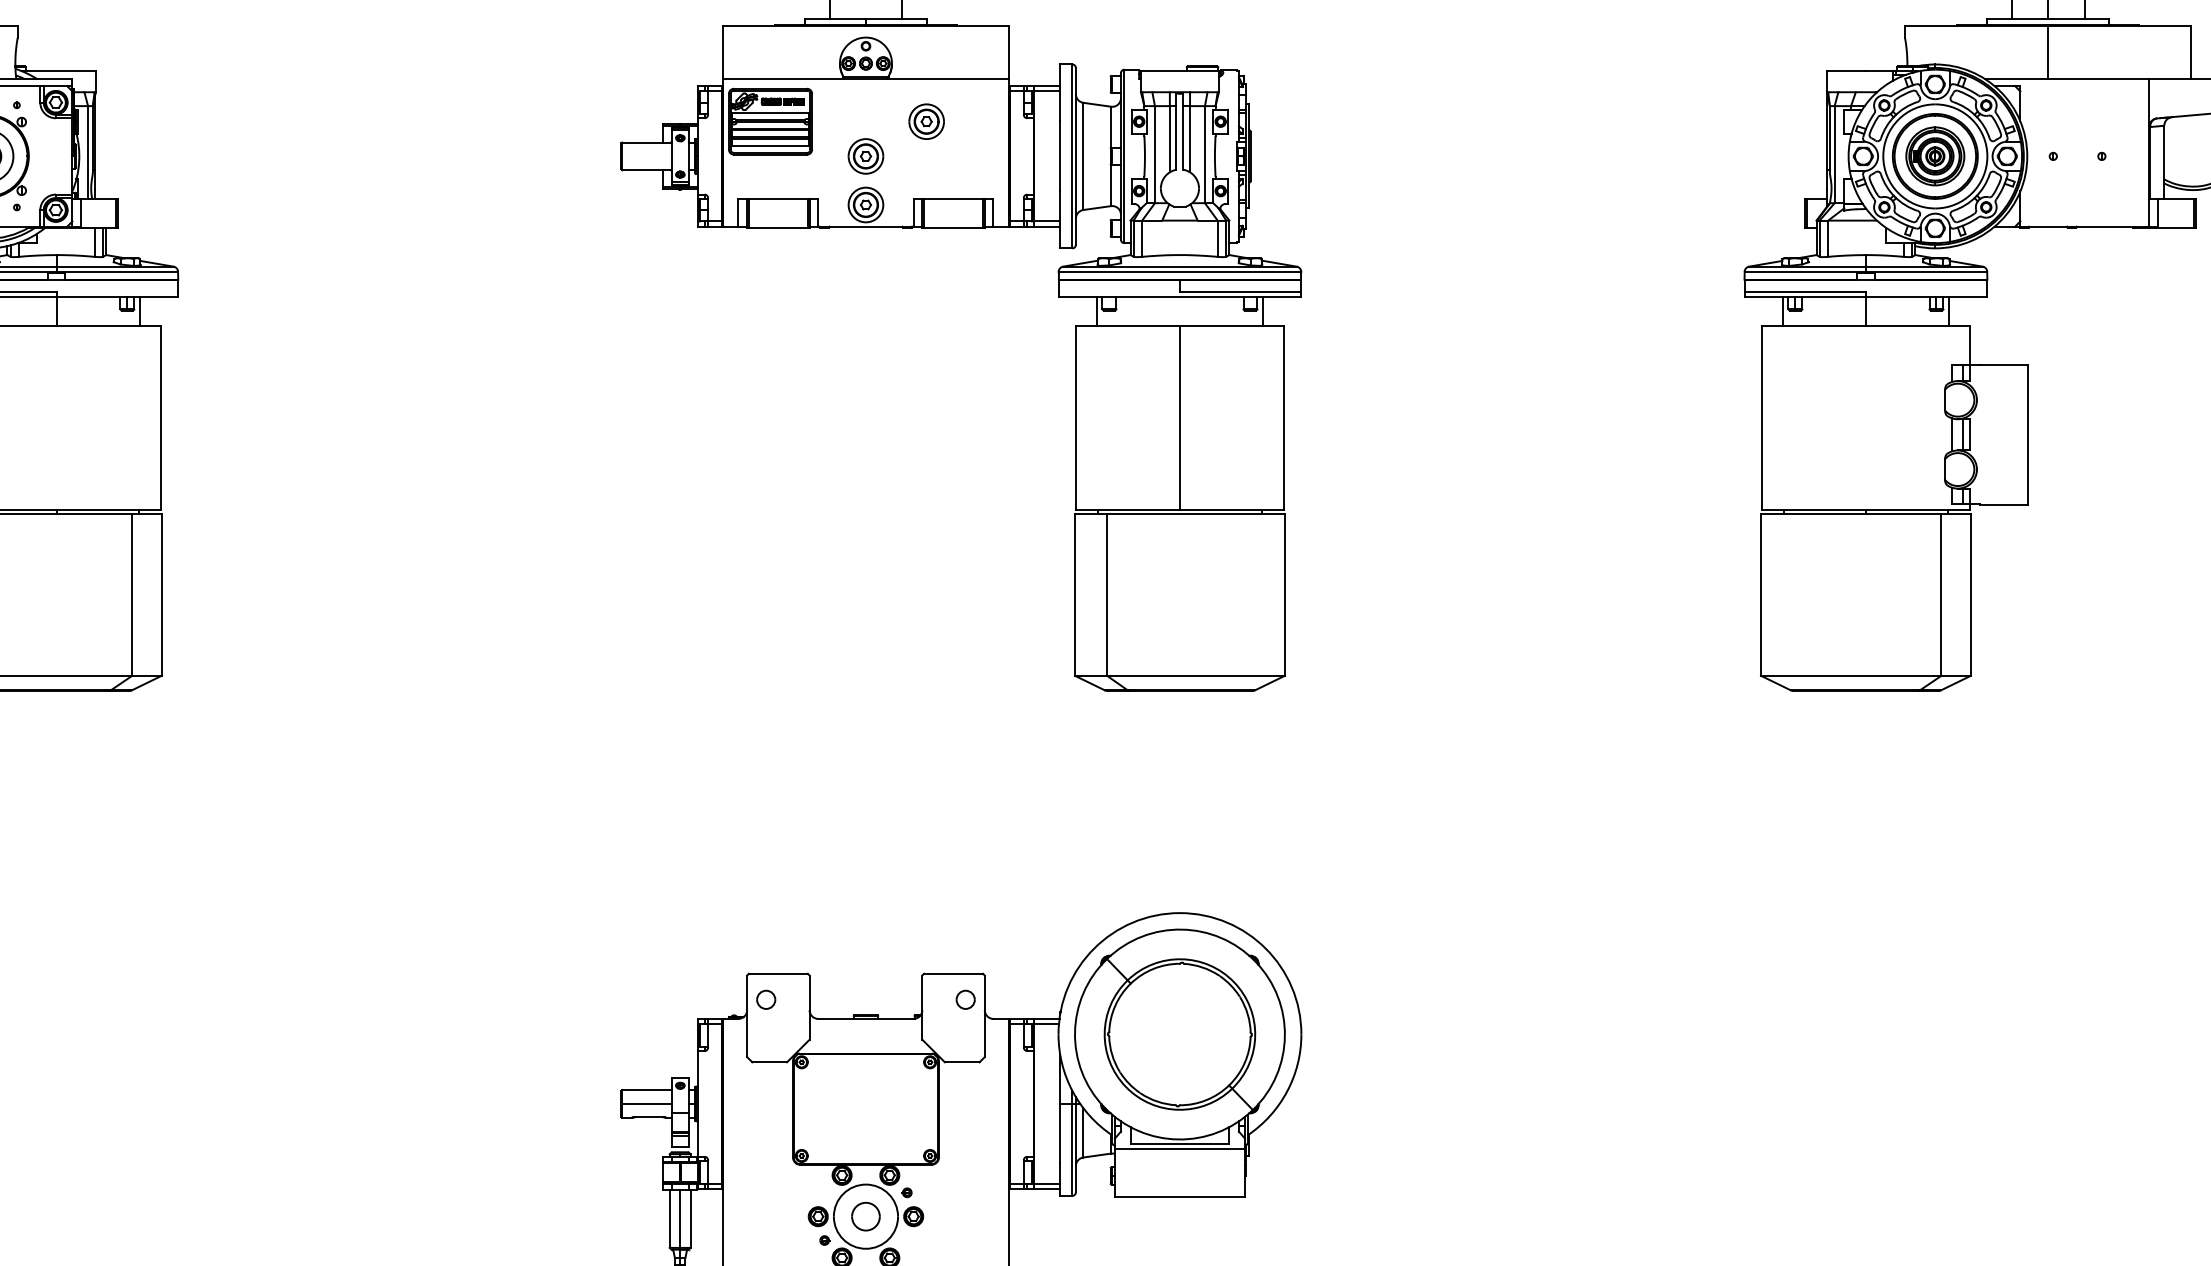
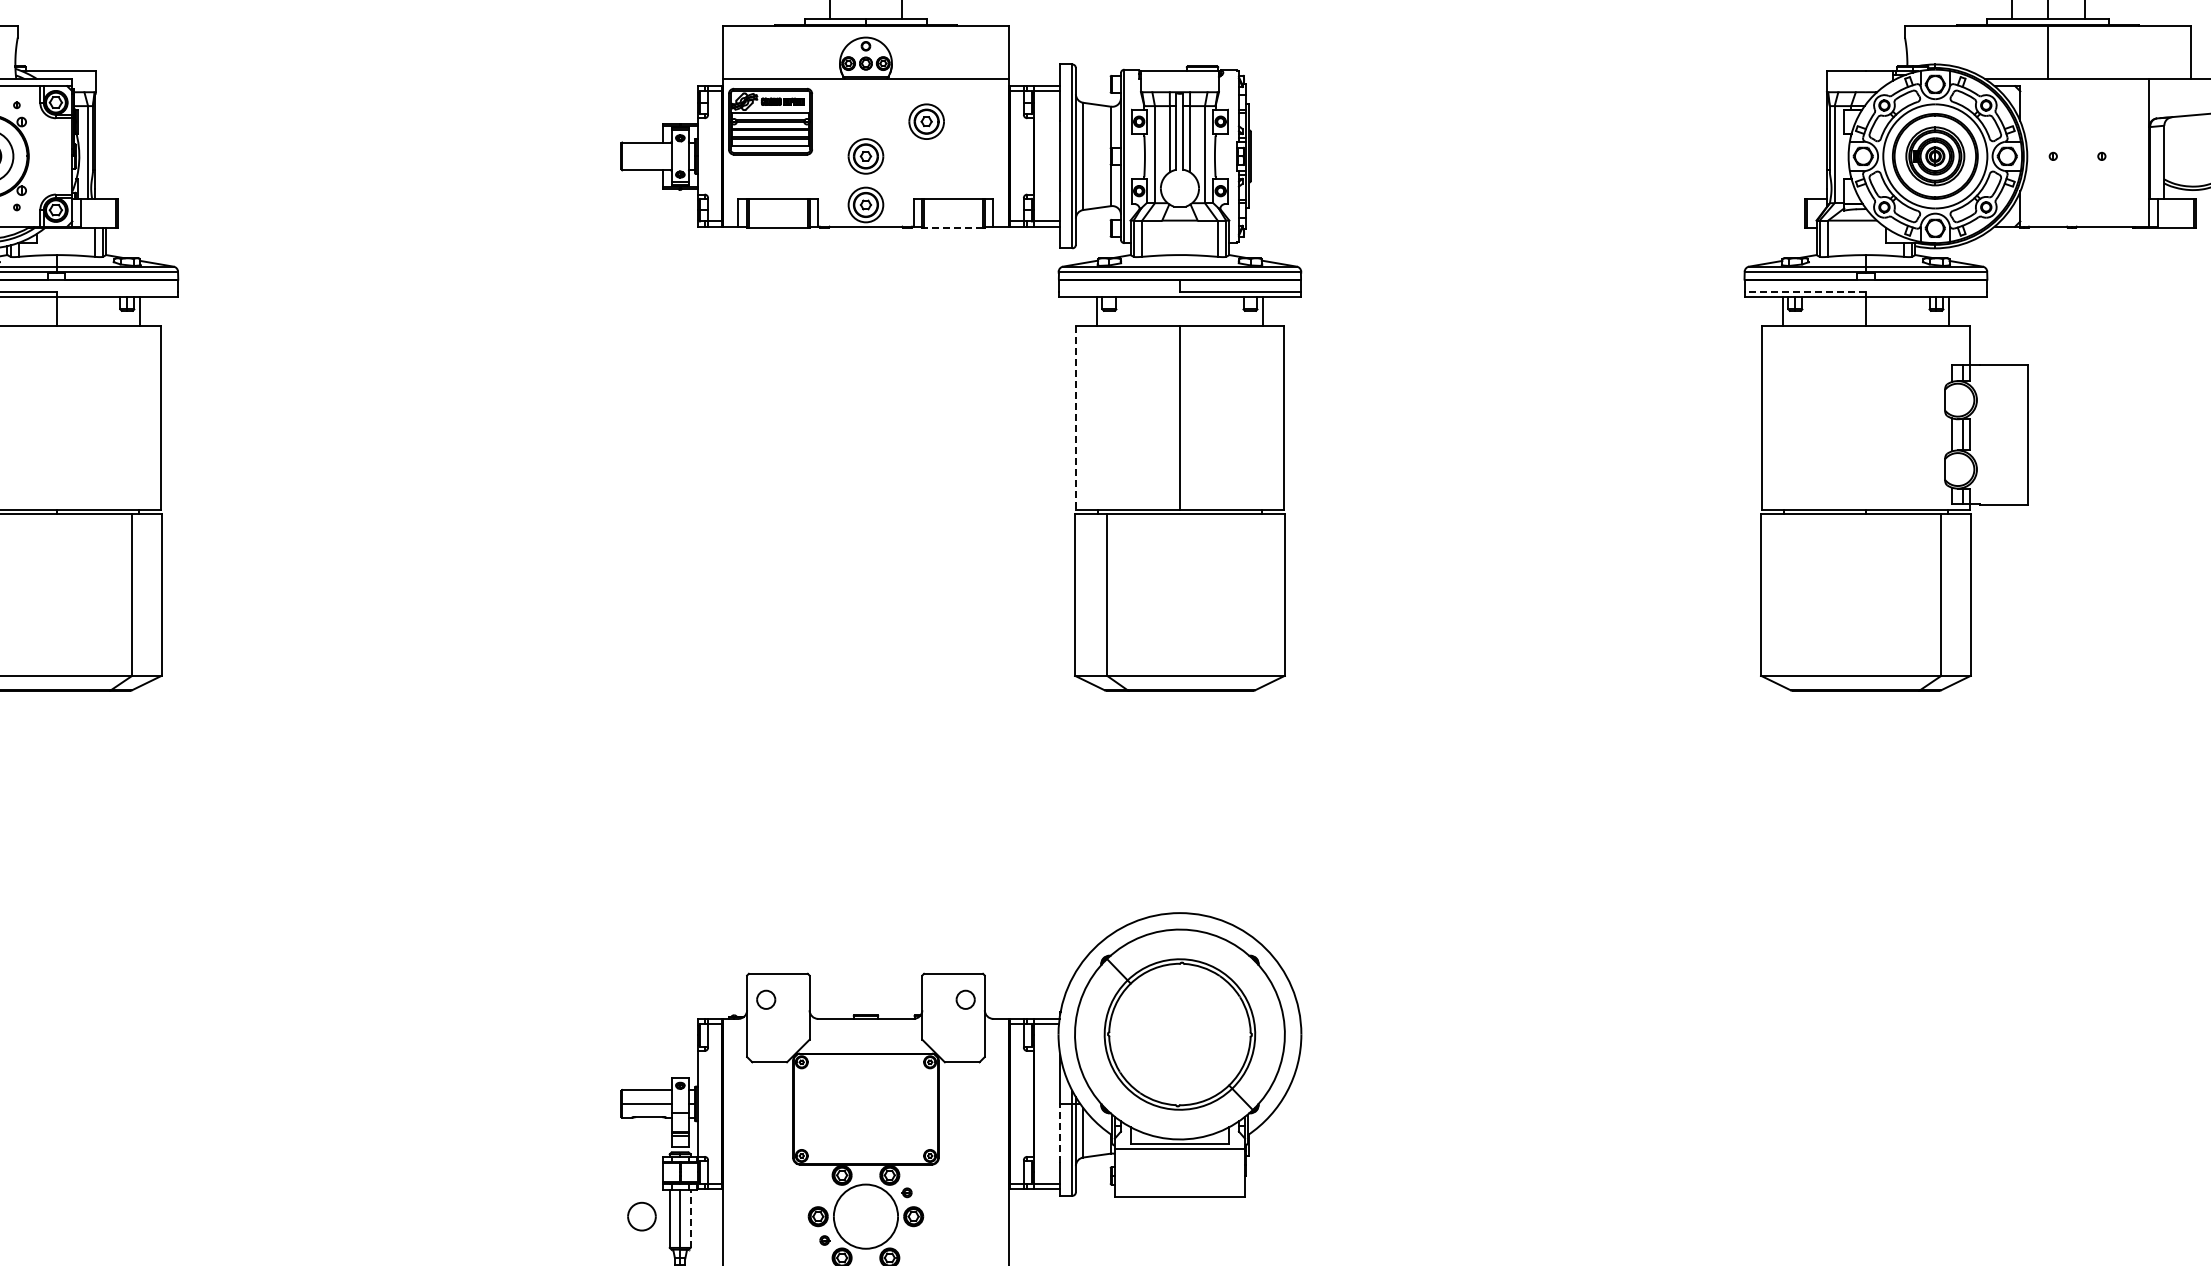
line at (953, 228): solid -> dashed
line at (1805, 291): solid -> dashed
line at (1075, 418): solid -> dashed
line at (1060, 1133): solid -> dashed
part at (865, 1216) position: (865, 1216) -> (641, 1216)
line at (690, 1218): solid -> dashed
